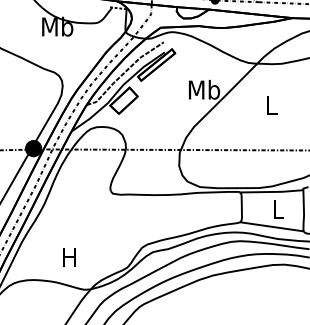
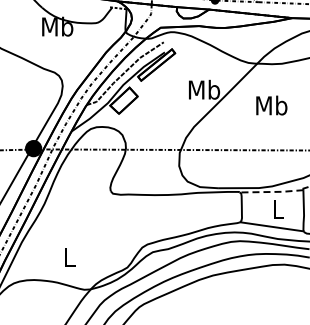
text at (271, 105): L -> Mb
line at (272, 191): solid -> dashed
text at (69, 257): H -> L
